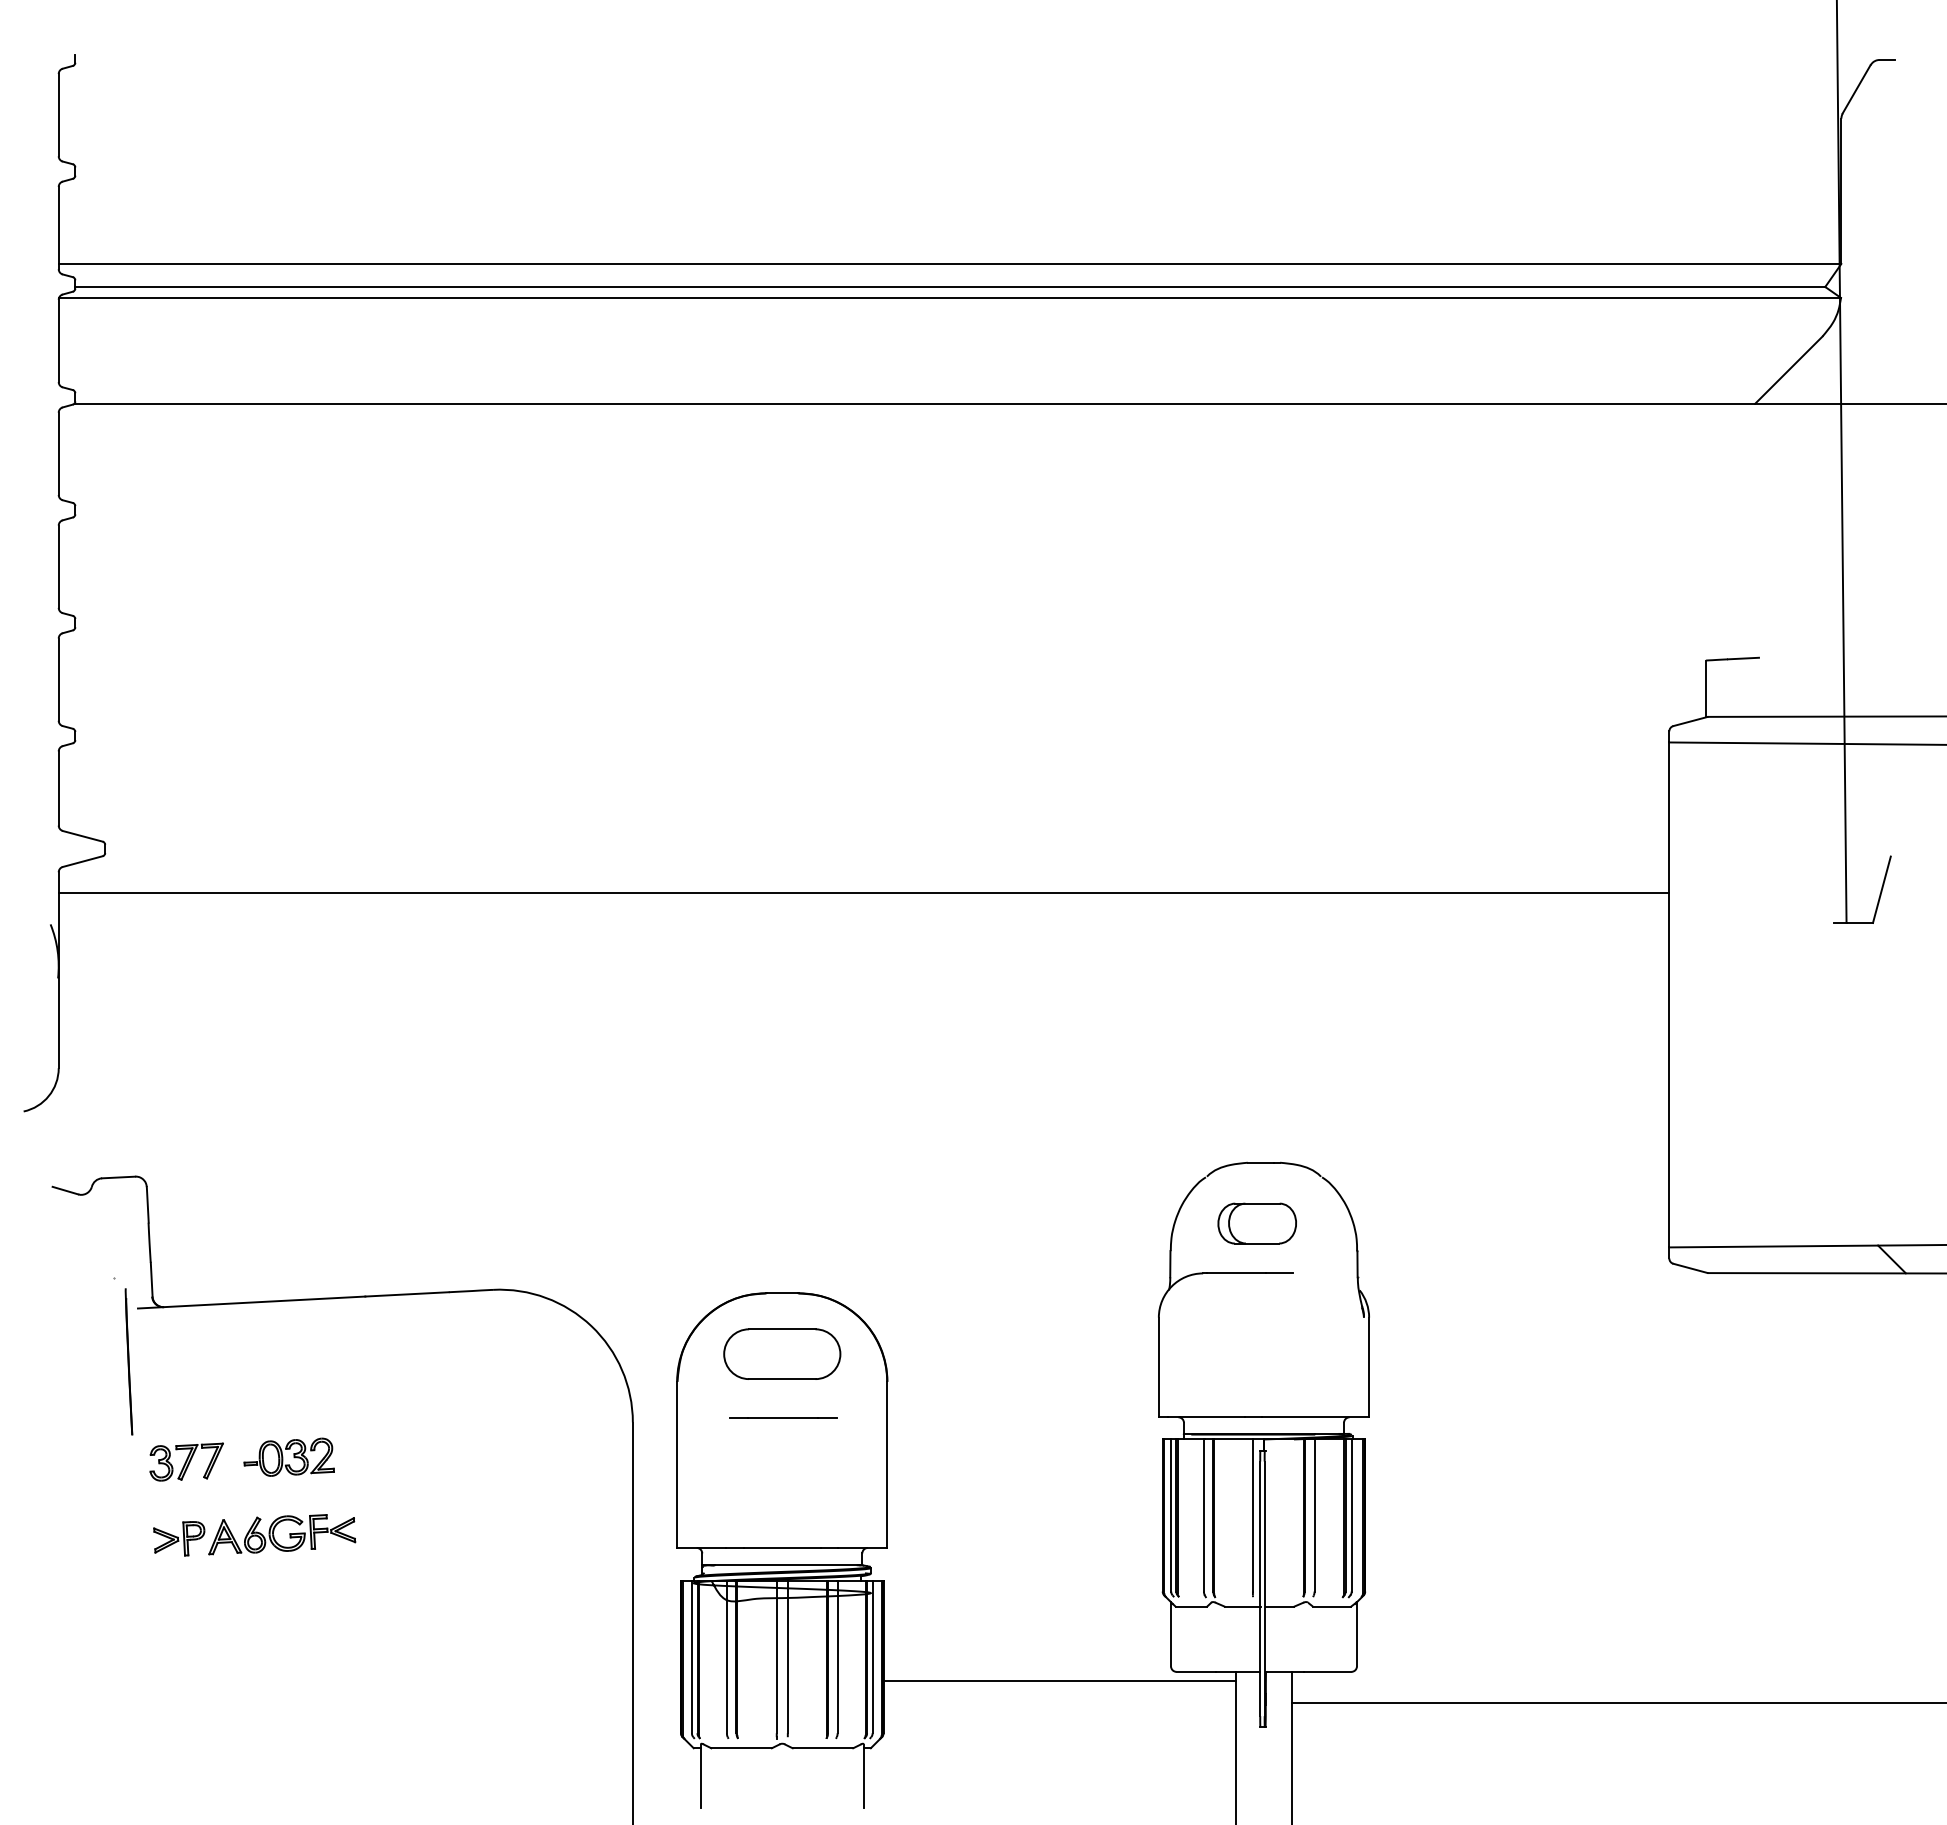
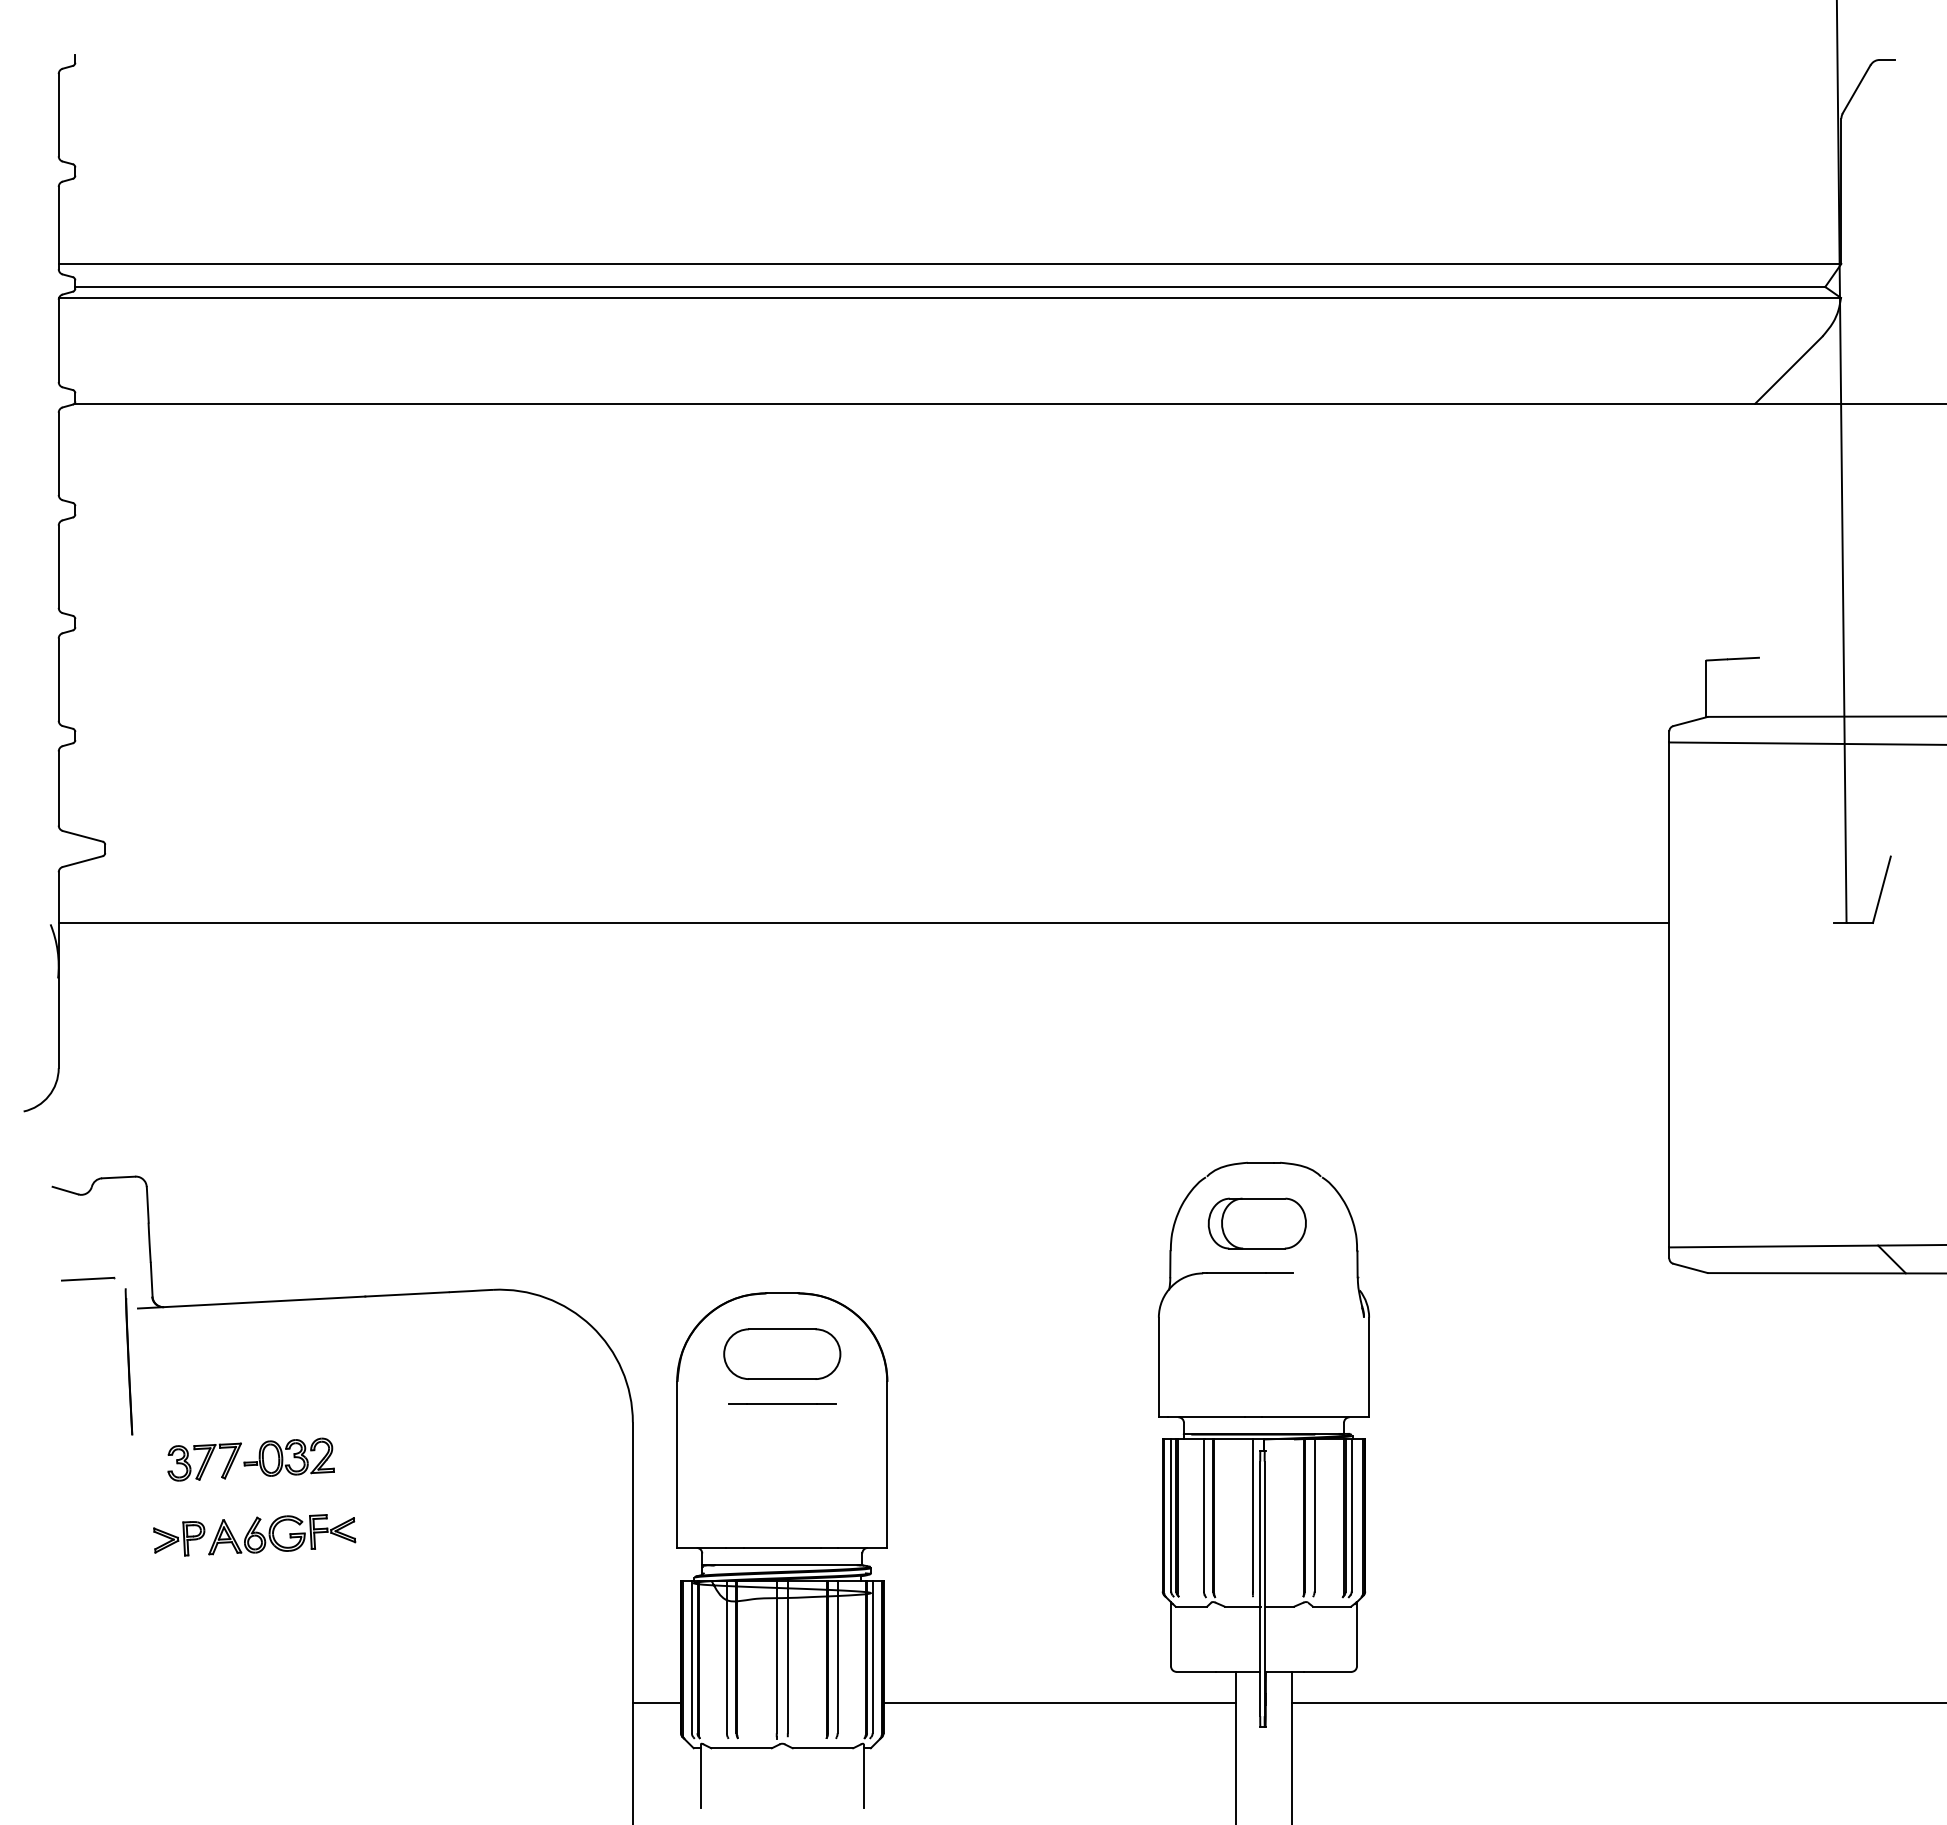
line at (863, 892) position: (863, 892) -> (863, 922)
part at (1256, 1223) size: 80x43 px -> 100x53 px
line at (87, 1278): none -> present
line at (783, 1417) position: (783, 1417) -> (782, 1403)
part at (186, 1461) position: (186, 1461) -> (204, 1461)
line at (1059, 1681) position: (1059, 1681) -> (1059, 1703)
line at (656, 1703): none -> present
